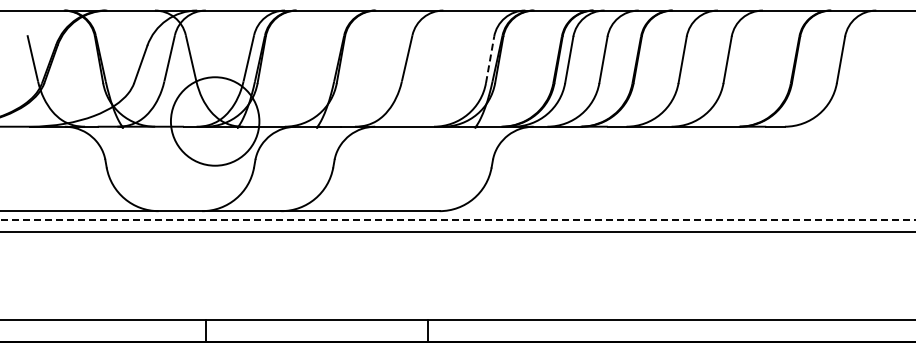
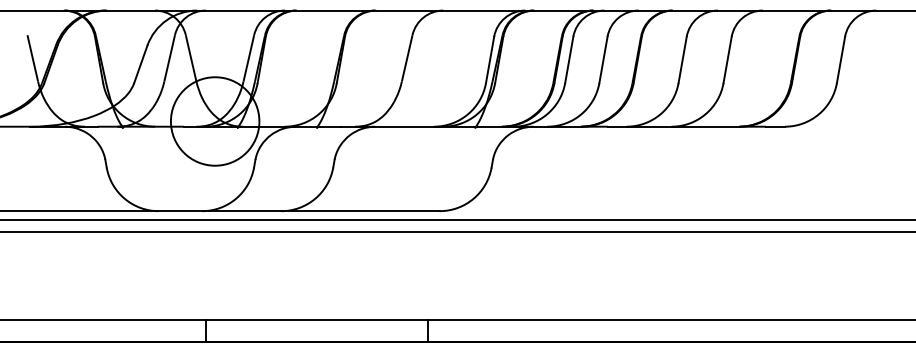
line at (490, 59): dashed -> solid
line at (458, 219): dashed -> solid
